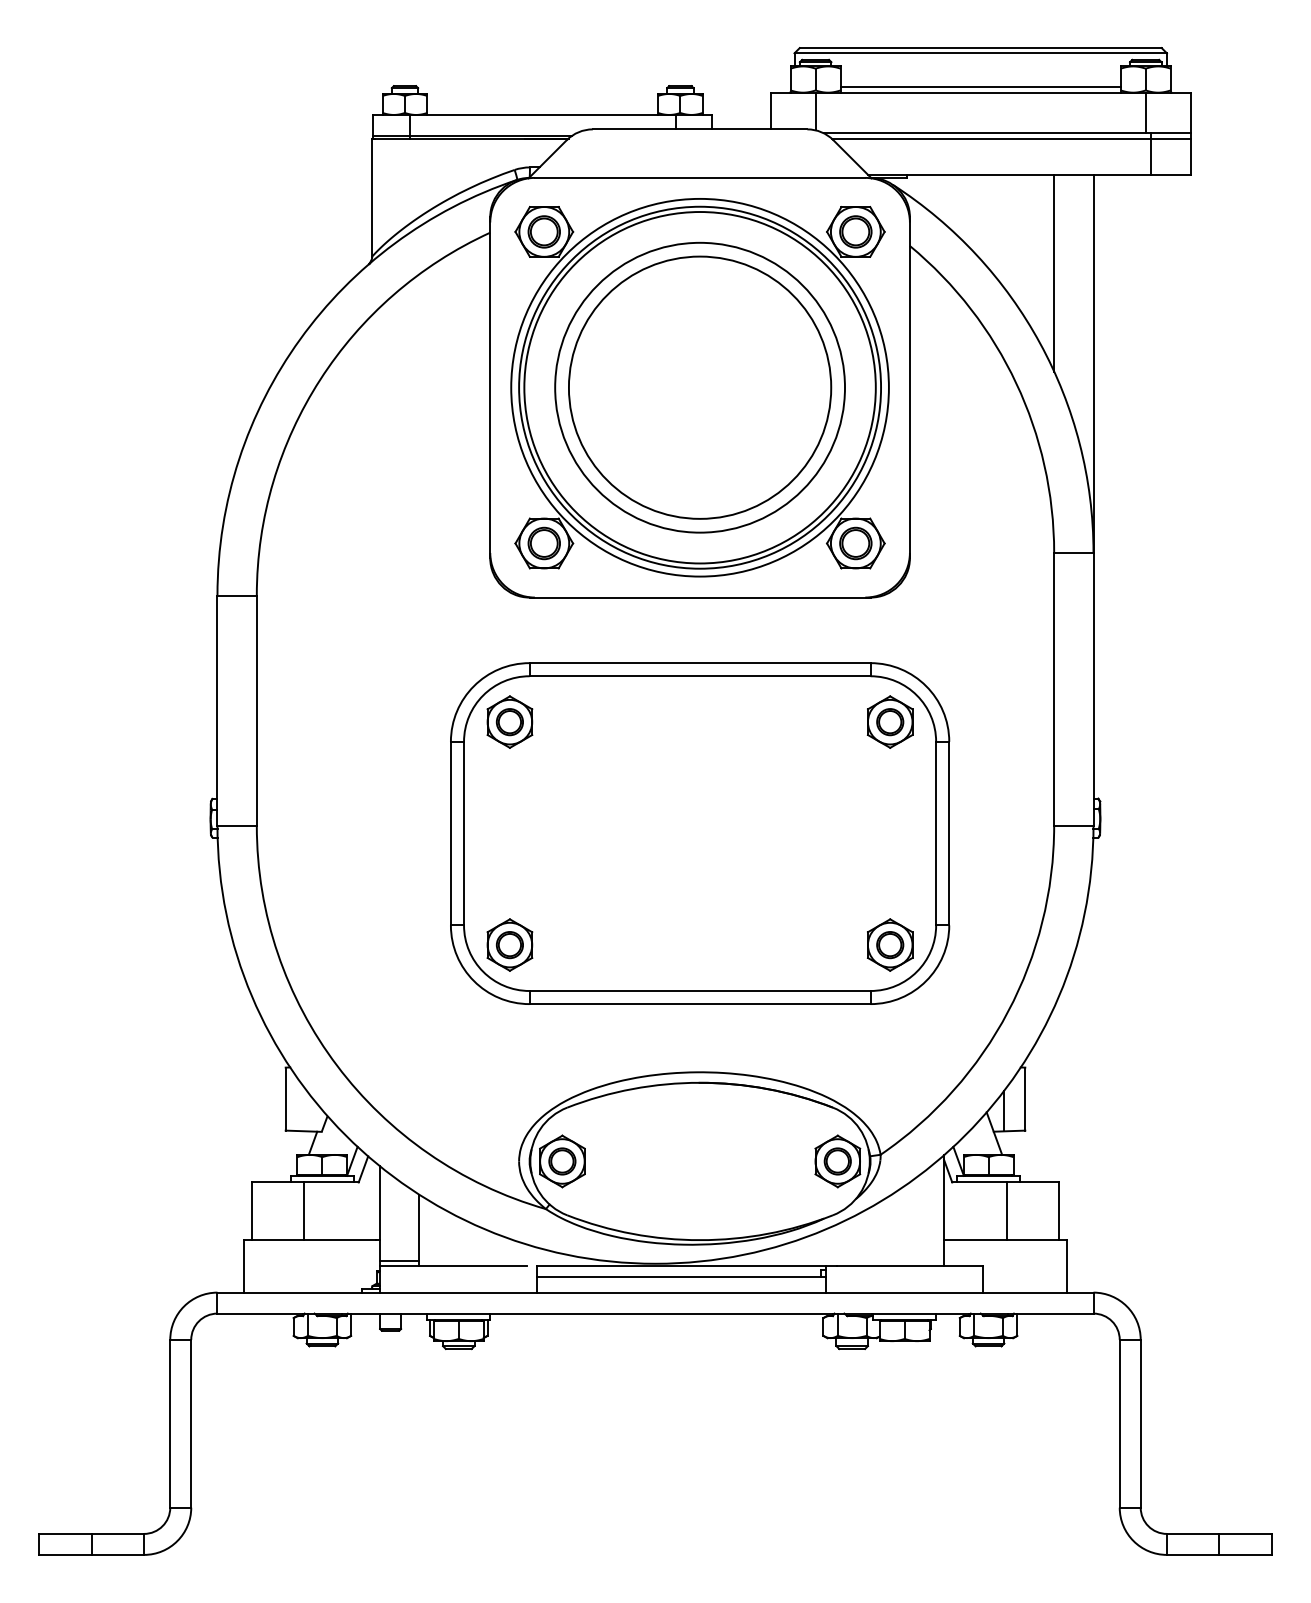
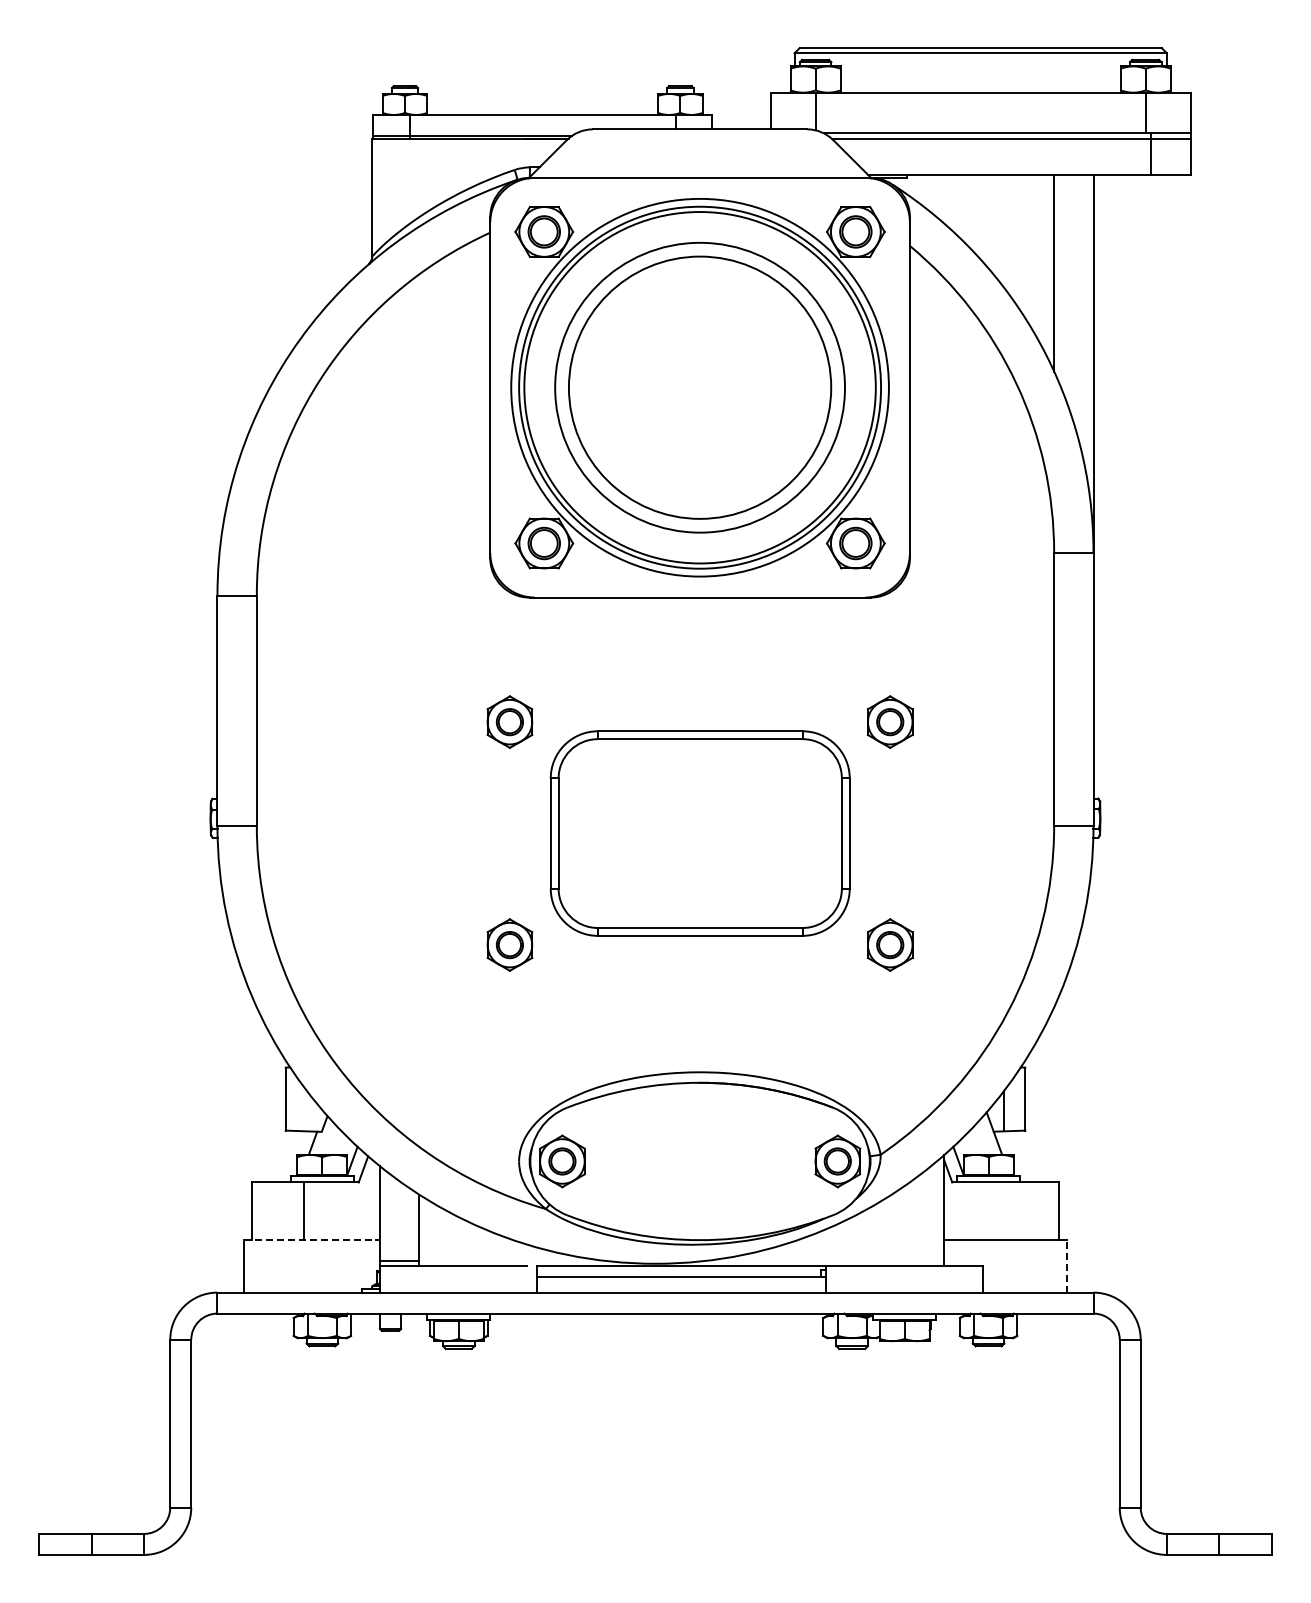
line at (980, 87): present -> none
part at (700, 833) size: 501x343 px -> 302x207 px
line at (1006, 1211): present -> none
line at (310, 1240): solid -> dashed
line at (1067, 1265): solid -> dashed
